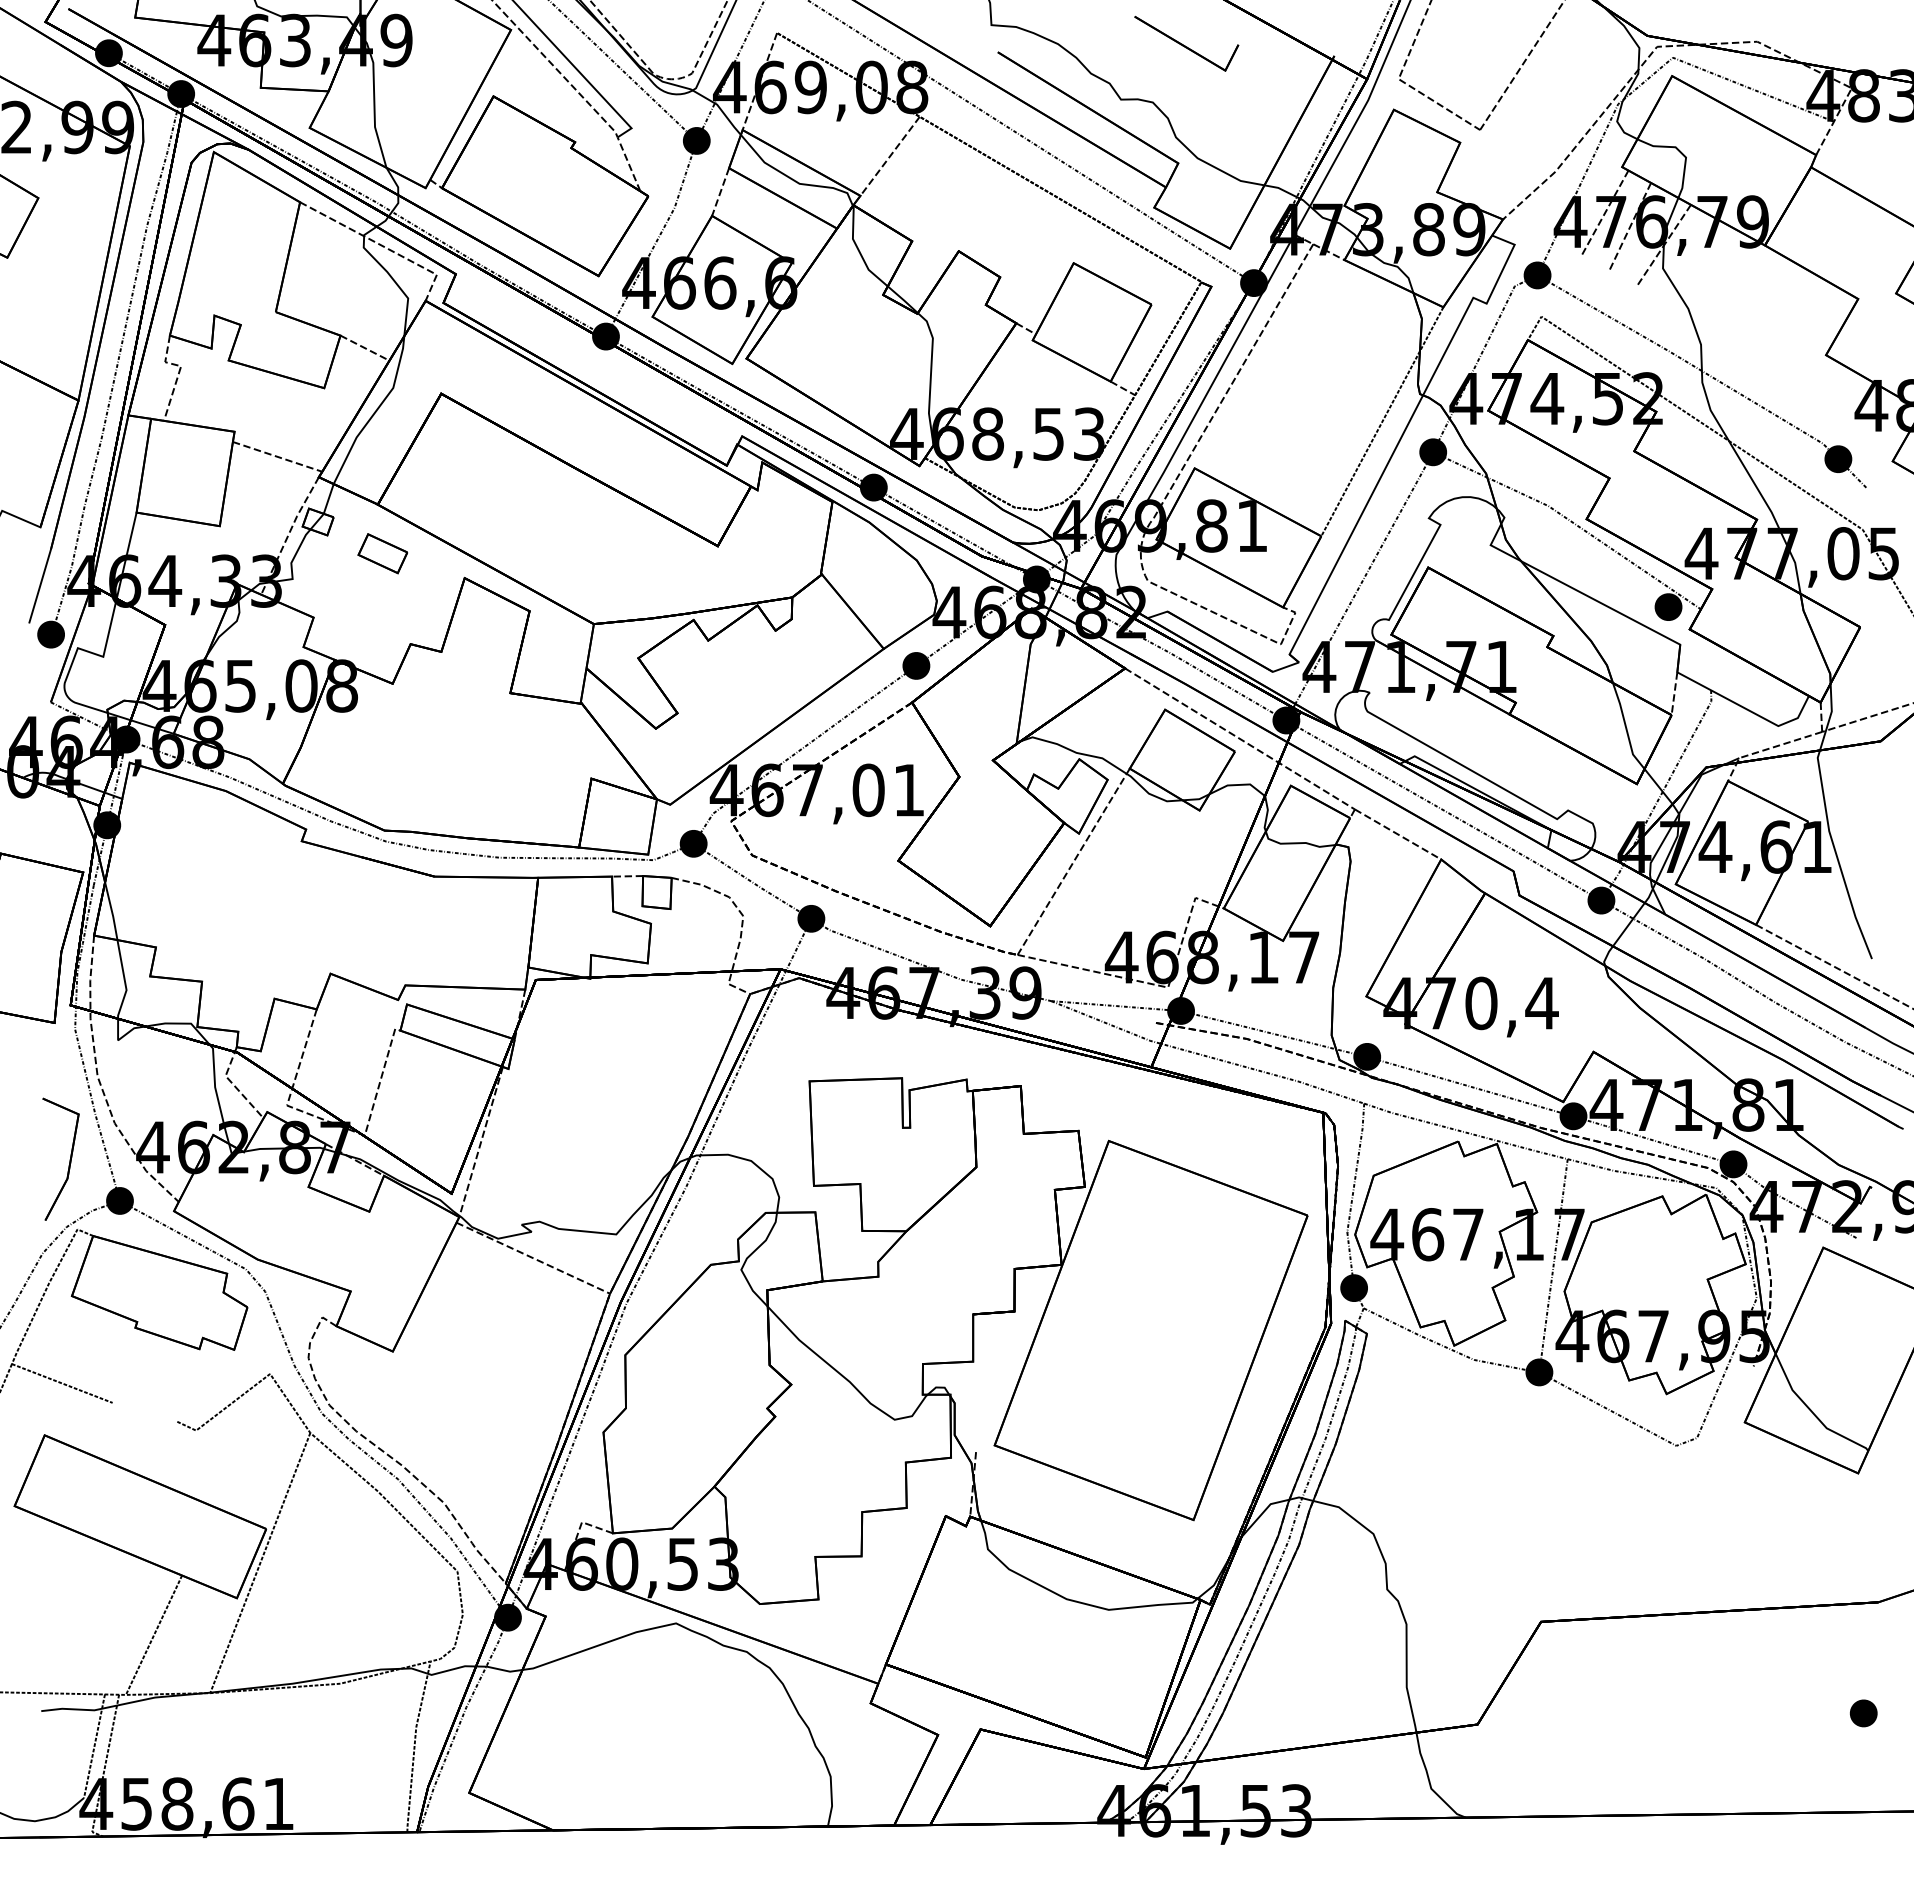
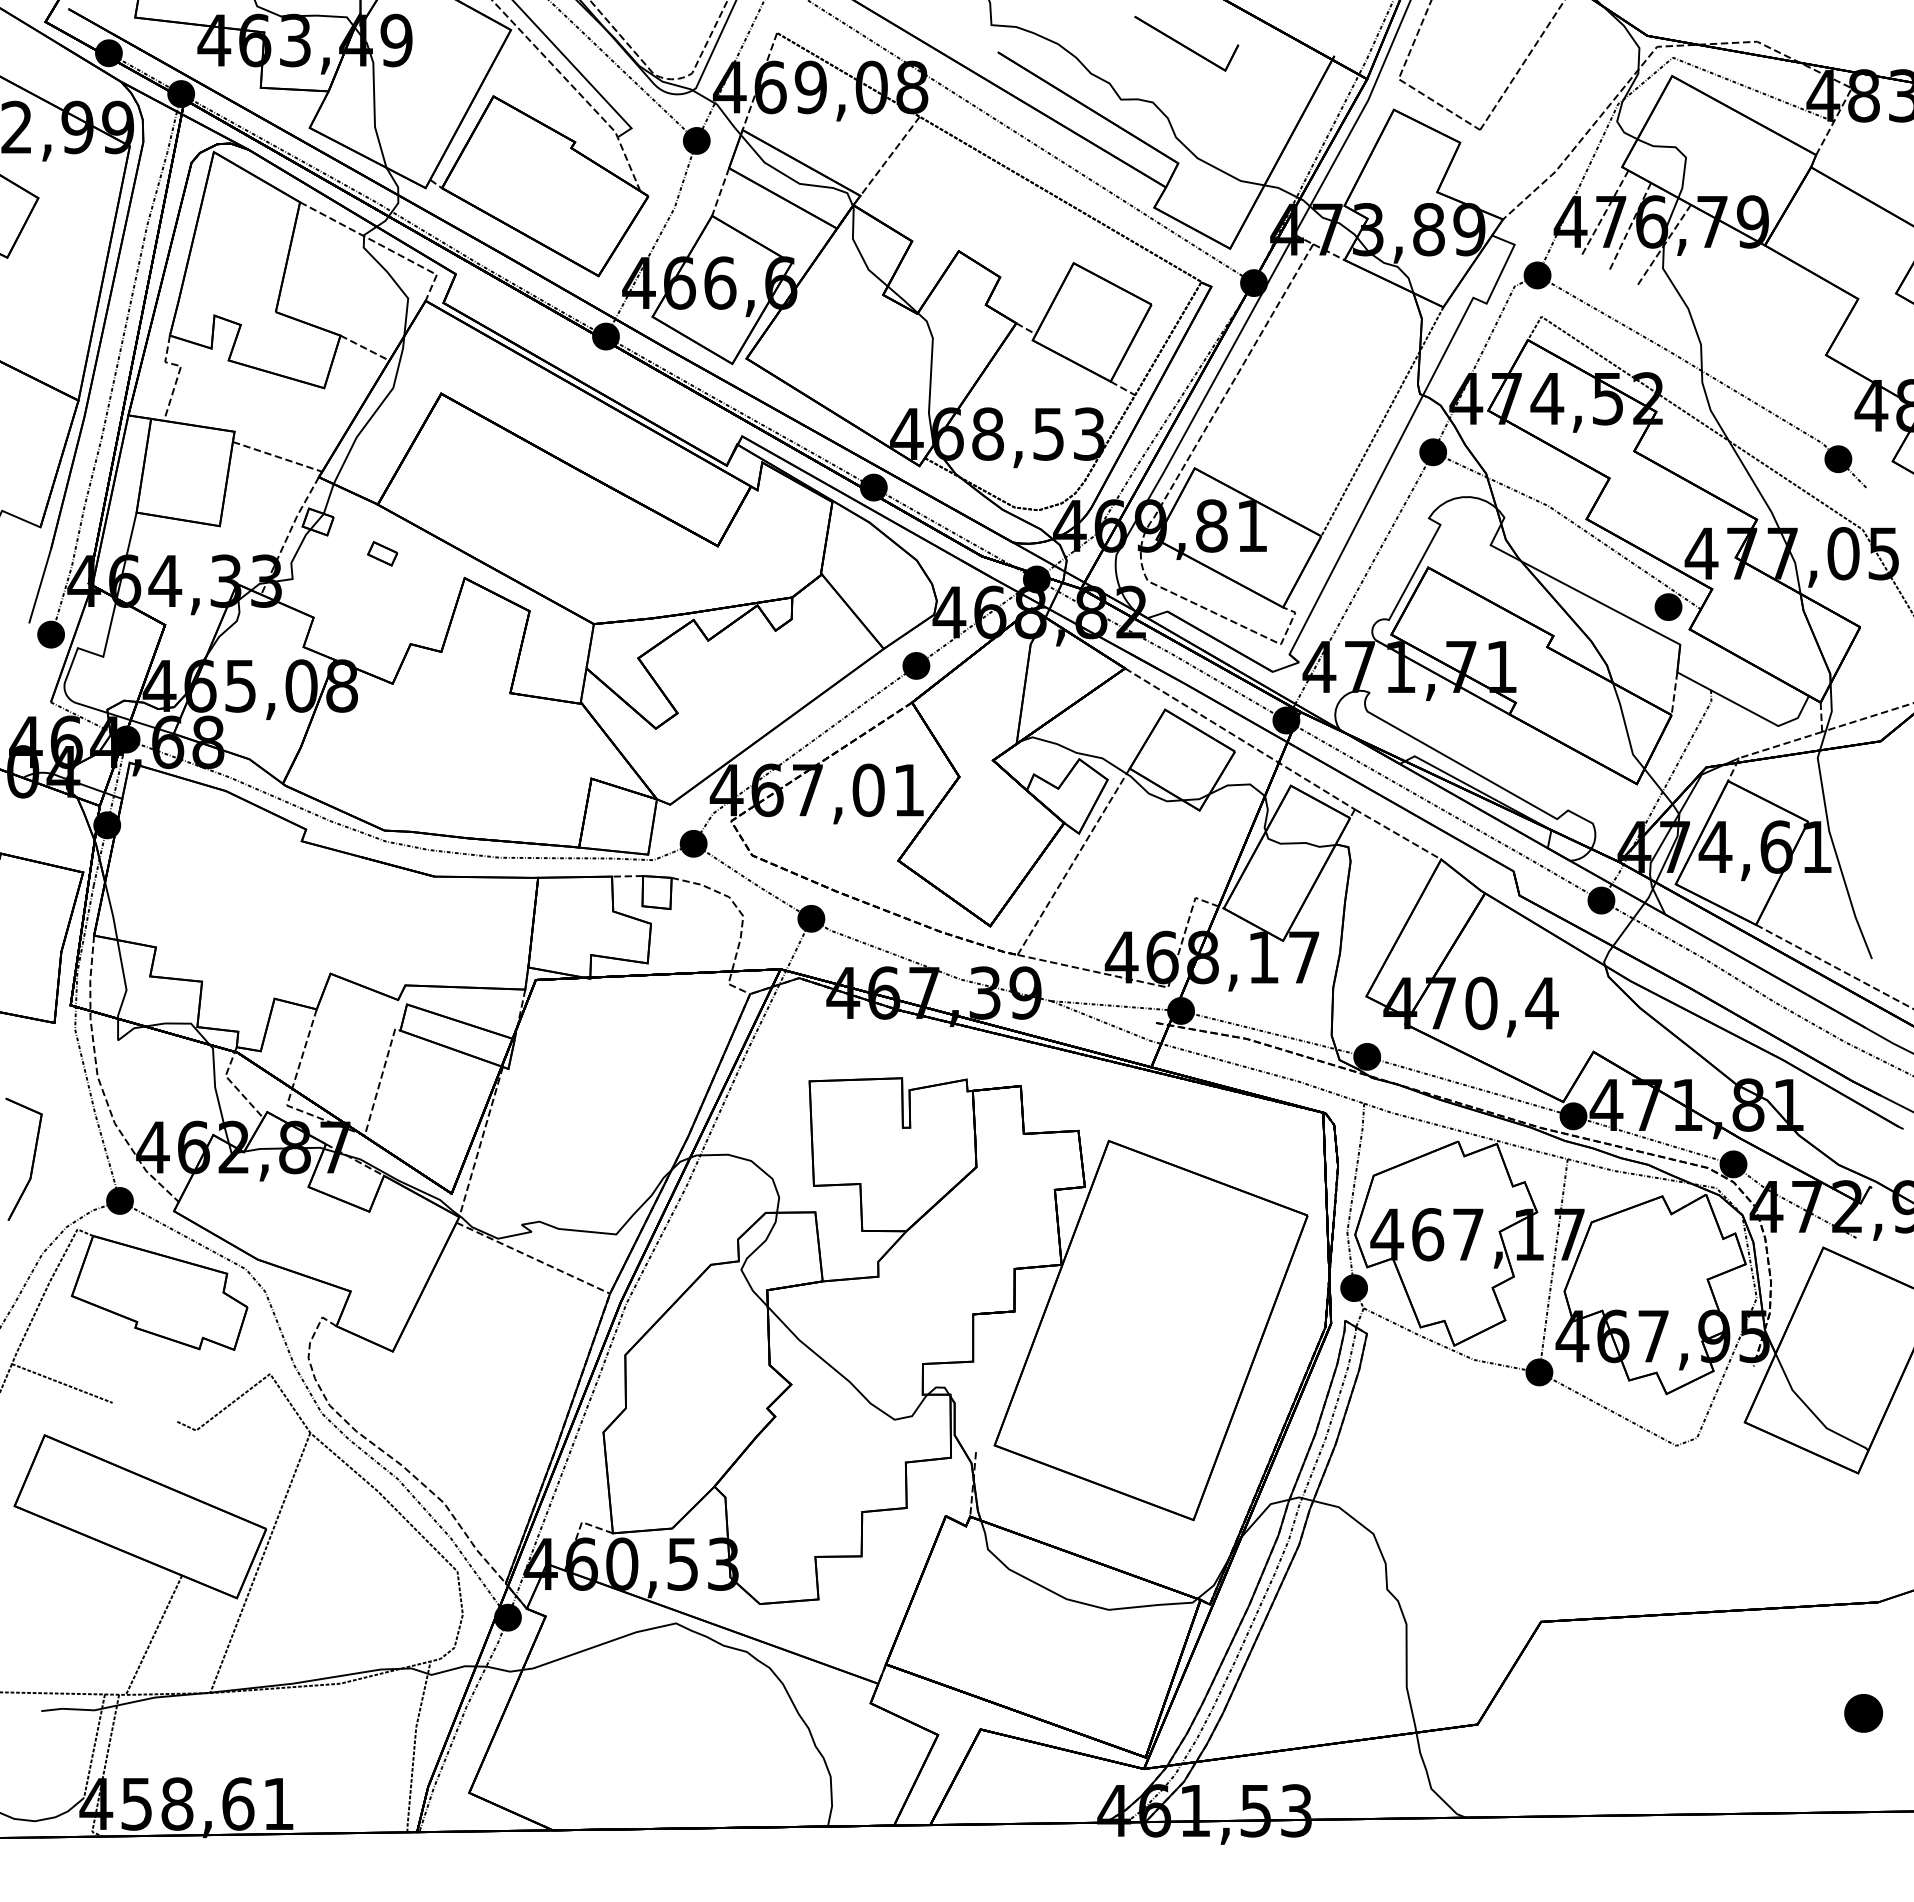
part at (382, 553) size: 51x42 px -> 32x26 px
part at (69, 1159) position: (69, 1159) -> (32, 1159)
part at (1863, 1713) size: 28x29 px -> 39x39 px
